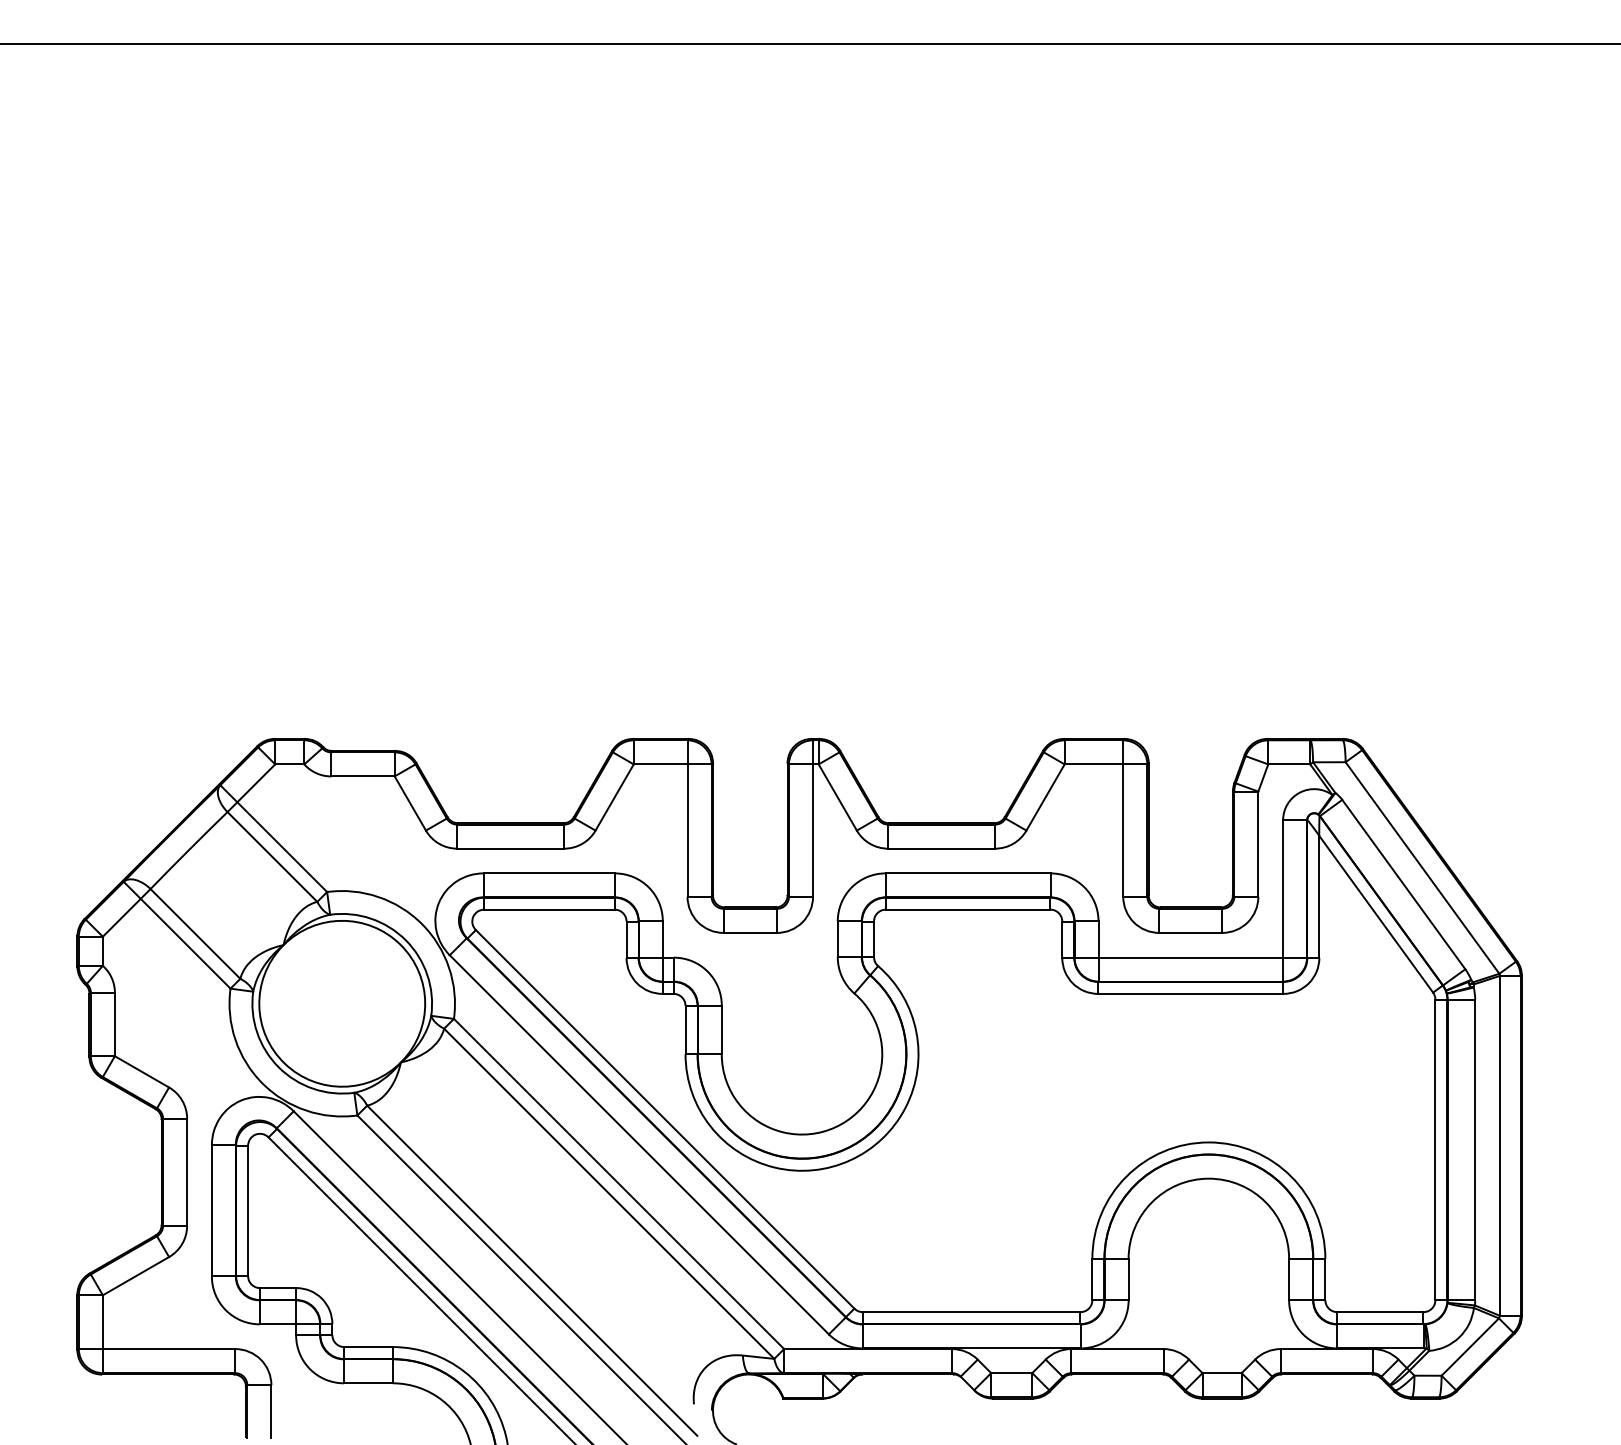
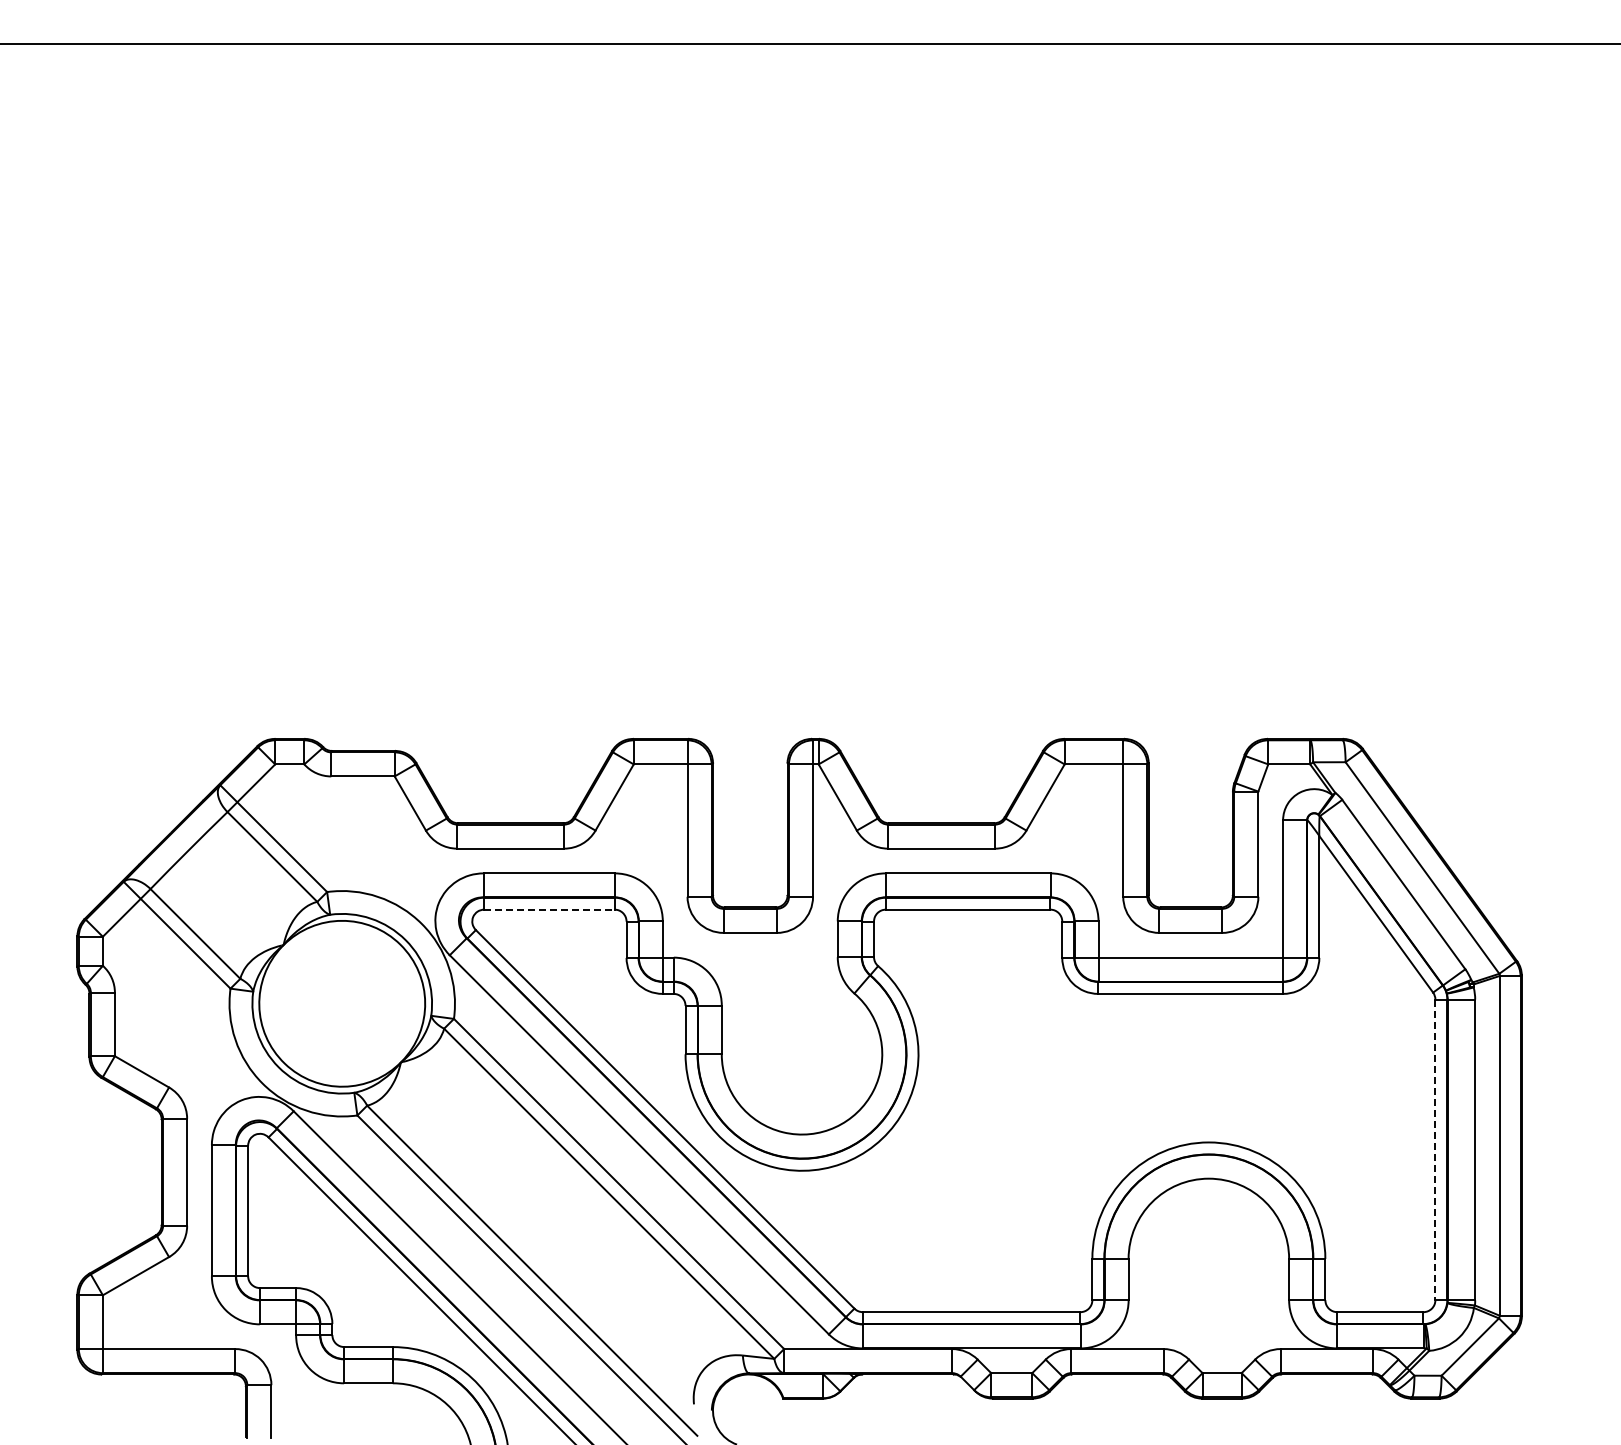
line at (549, 909): solid -> dashed
line at (1435, 1150): solid -> dashed
